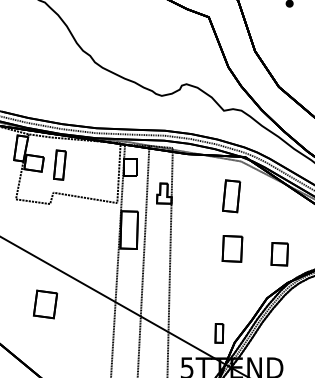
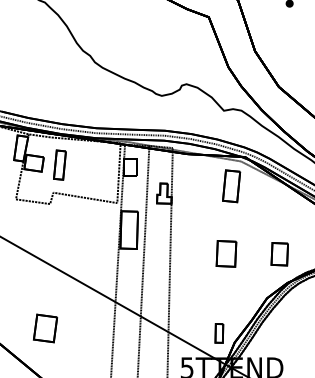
part at (231, 196) position: (231, 196) -> (231, 186)
part at (232, 248) position: (232, 248) -> (226, 253)
part at (45, 304) position: (45, 304) -> (45, 328)
